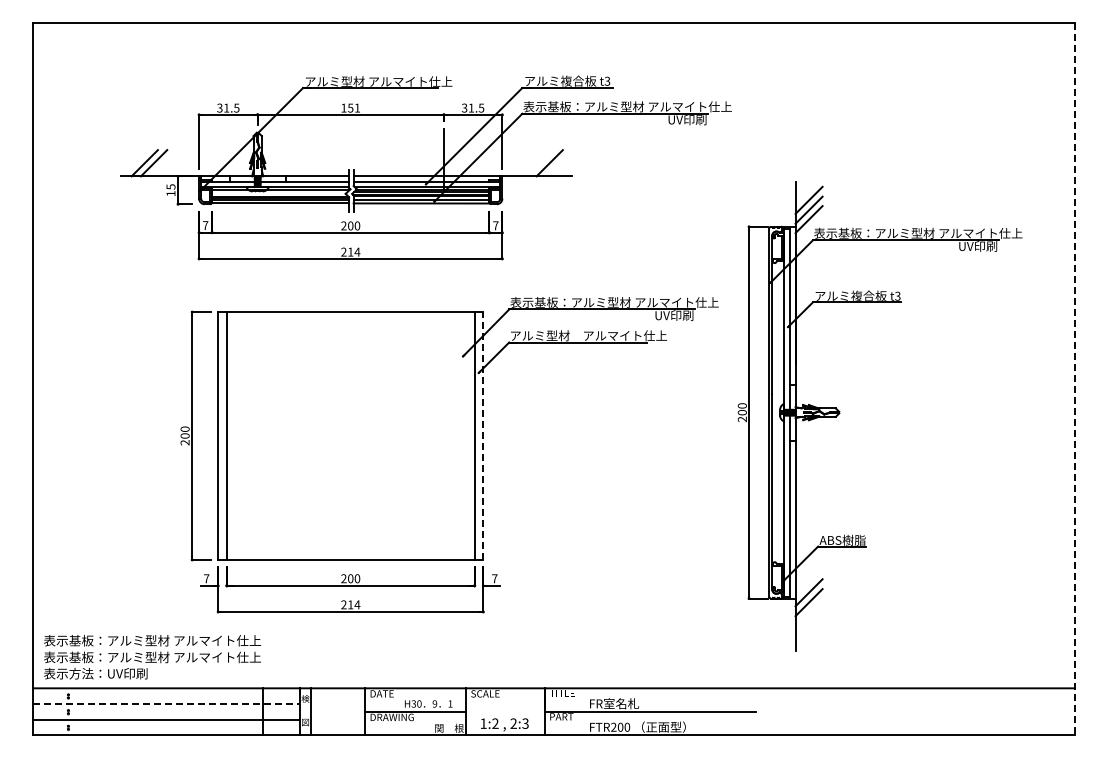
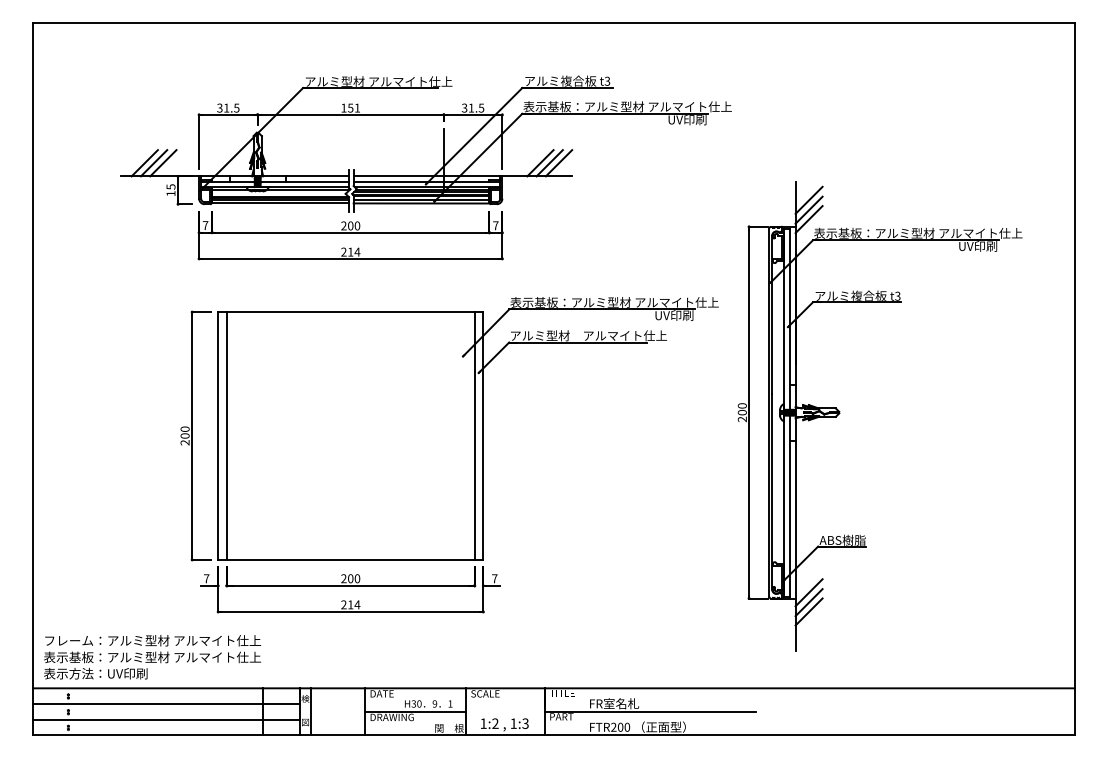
line at (163, 163): none -> present
line at (540, 163): none -> present
line at (558, 163): none -> present
line at (1074, 379): dashed -> solid
line at (483, 436): dashed -> solid
line at (808, 611): none -> present
text at (68, 640): 表示基板：アルミ型材 アルマイト仕上 -> フレーム：アルミ型材 アルマイト仕上
line at (167, 704): dashed -> solid
text at (513, 723): 2:3 -> 1:3
